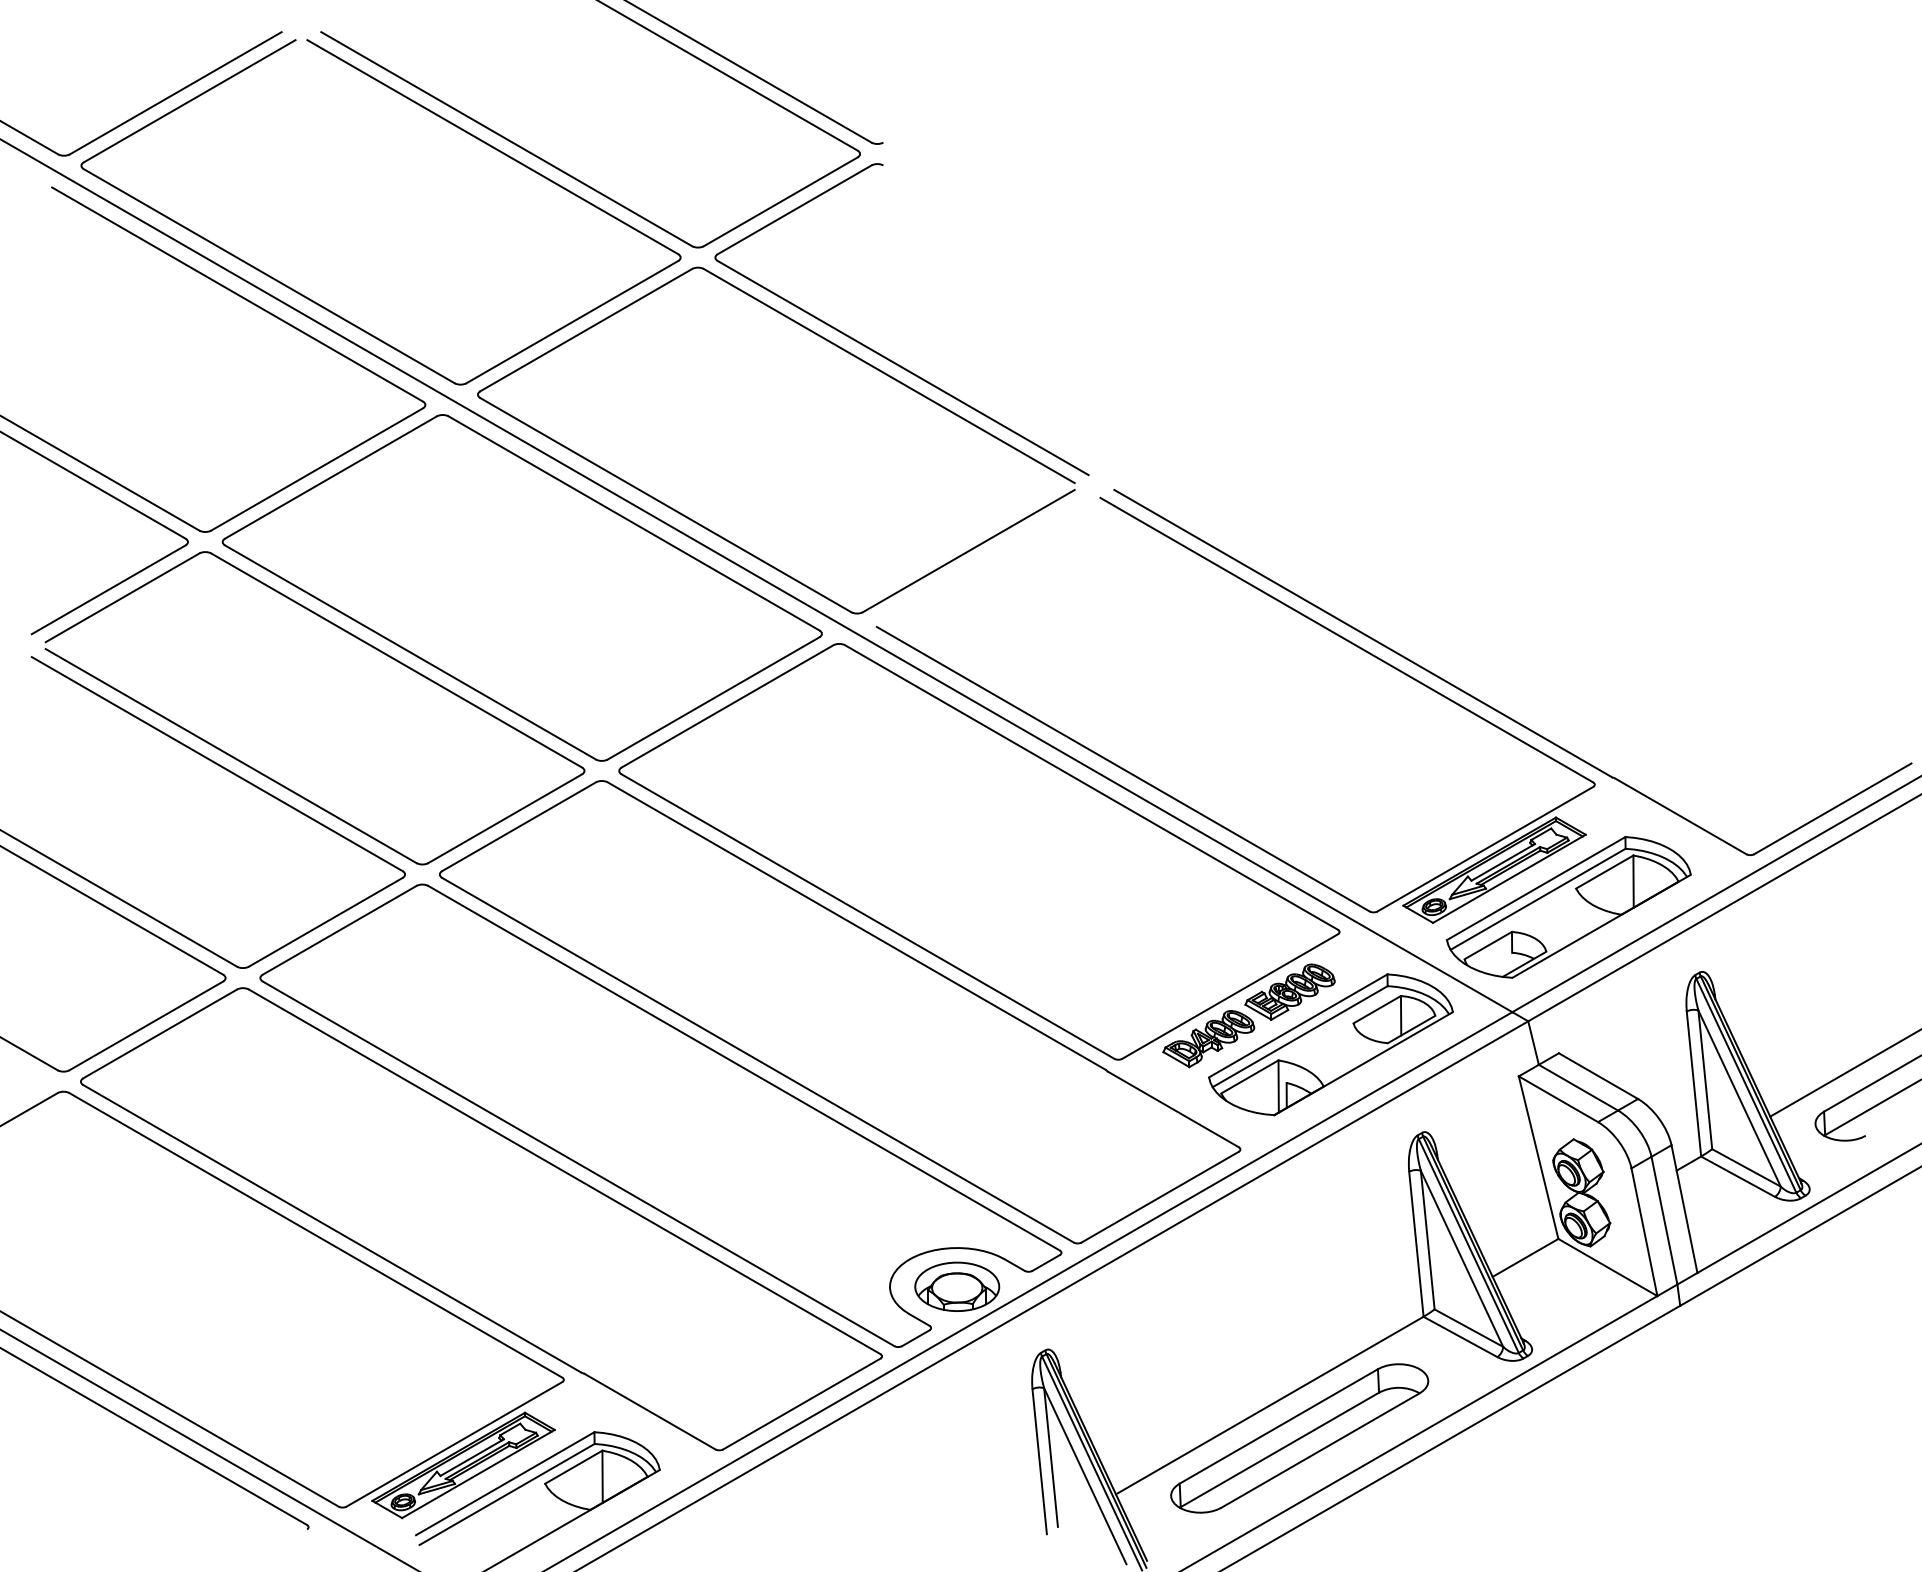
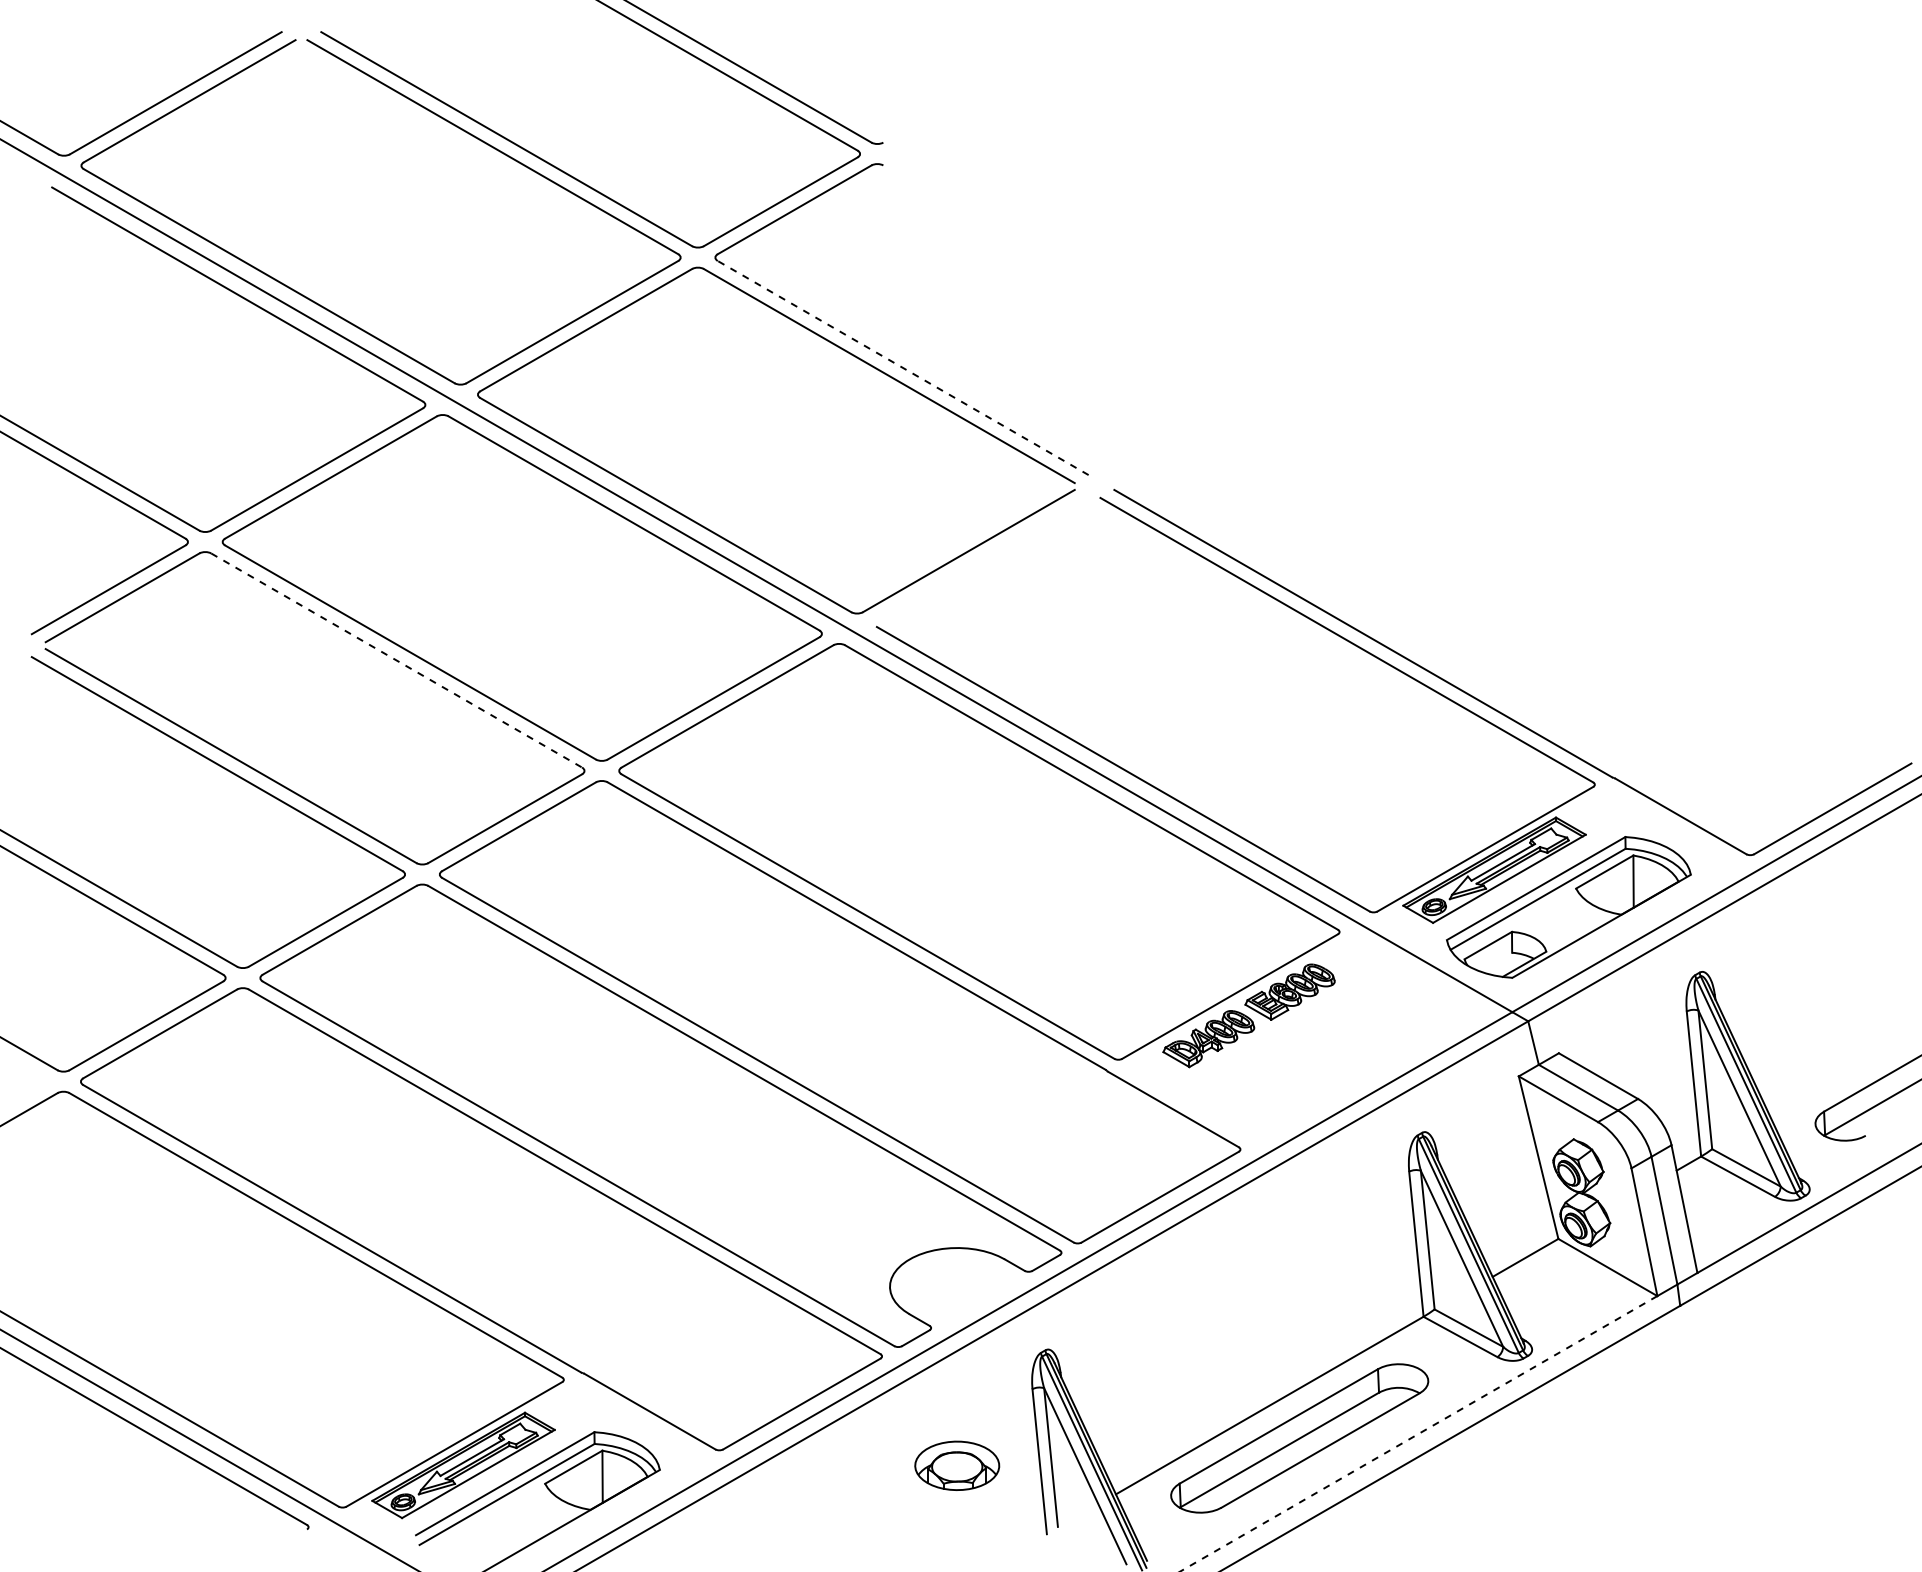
line at (902, 367): solid -> dashed
line at (397, 660): solid -> dashed
part at (1330, 1044): present -> none
line at (1844, 1073): present -> none
part at (957, 1286) position: (957, 1286) -> (957, 1465)
line at (1418, 1433): solid -> dashed
